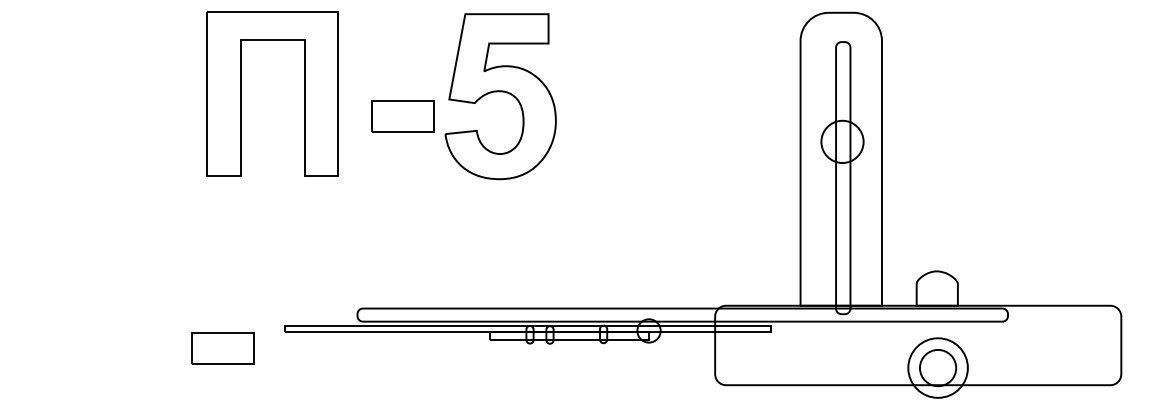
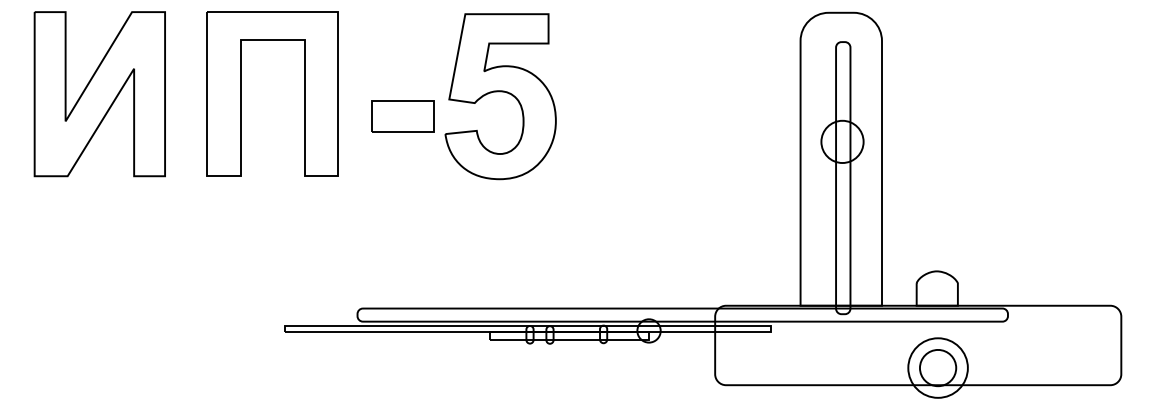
part at (99, 94): none -> present
part at (222, 348): present -> none
